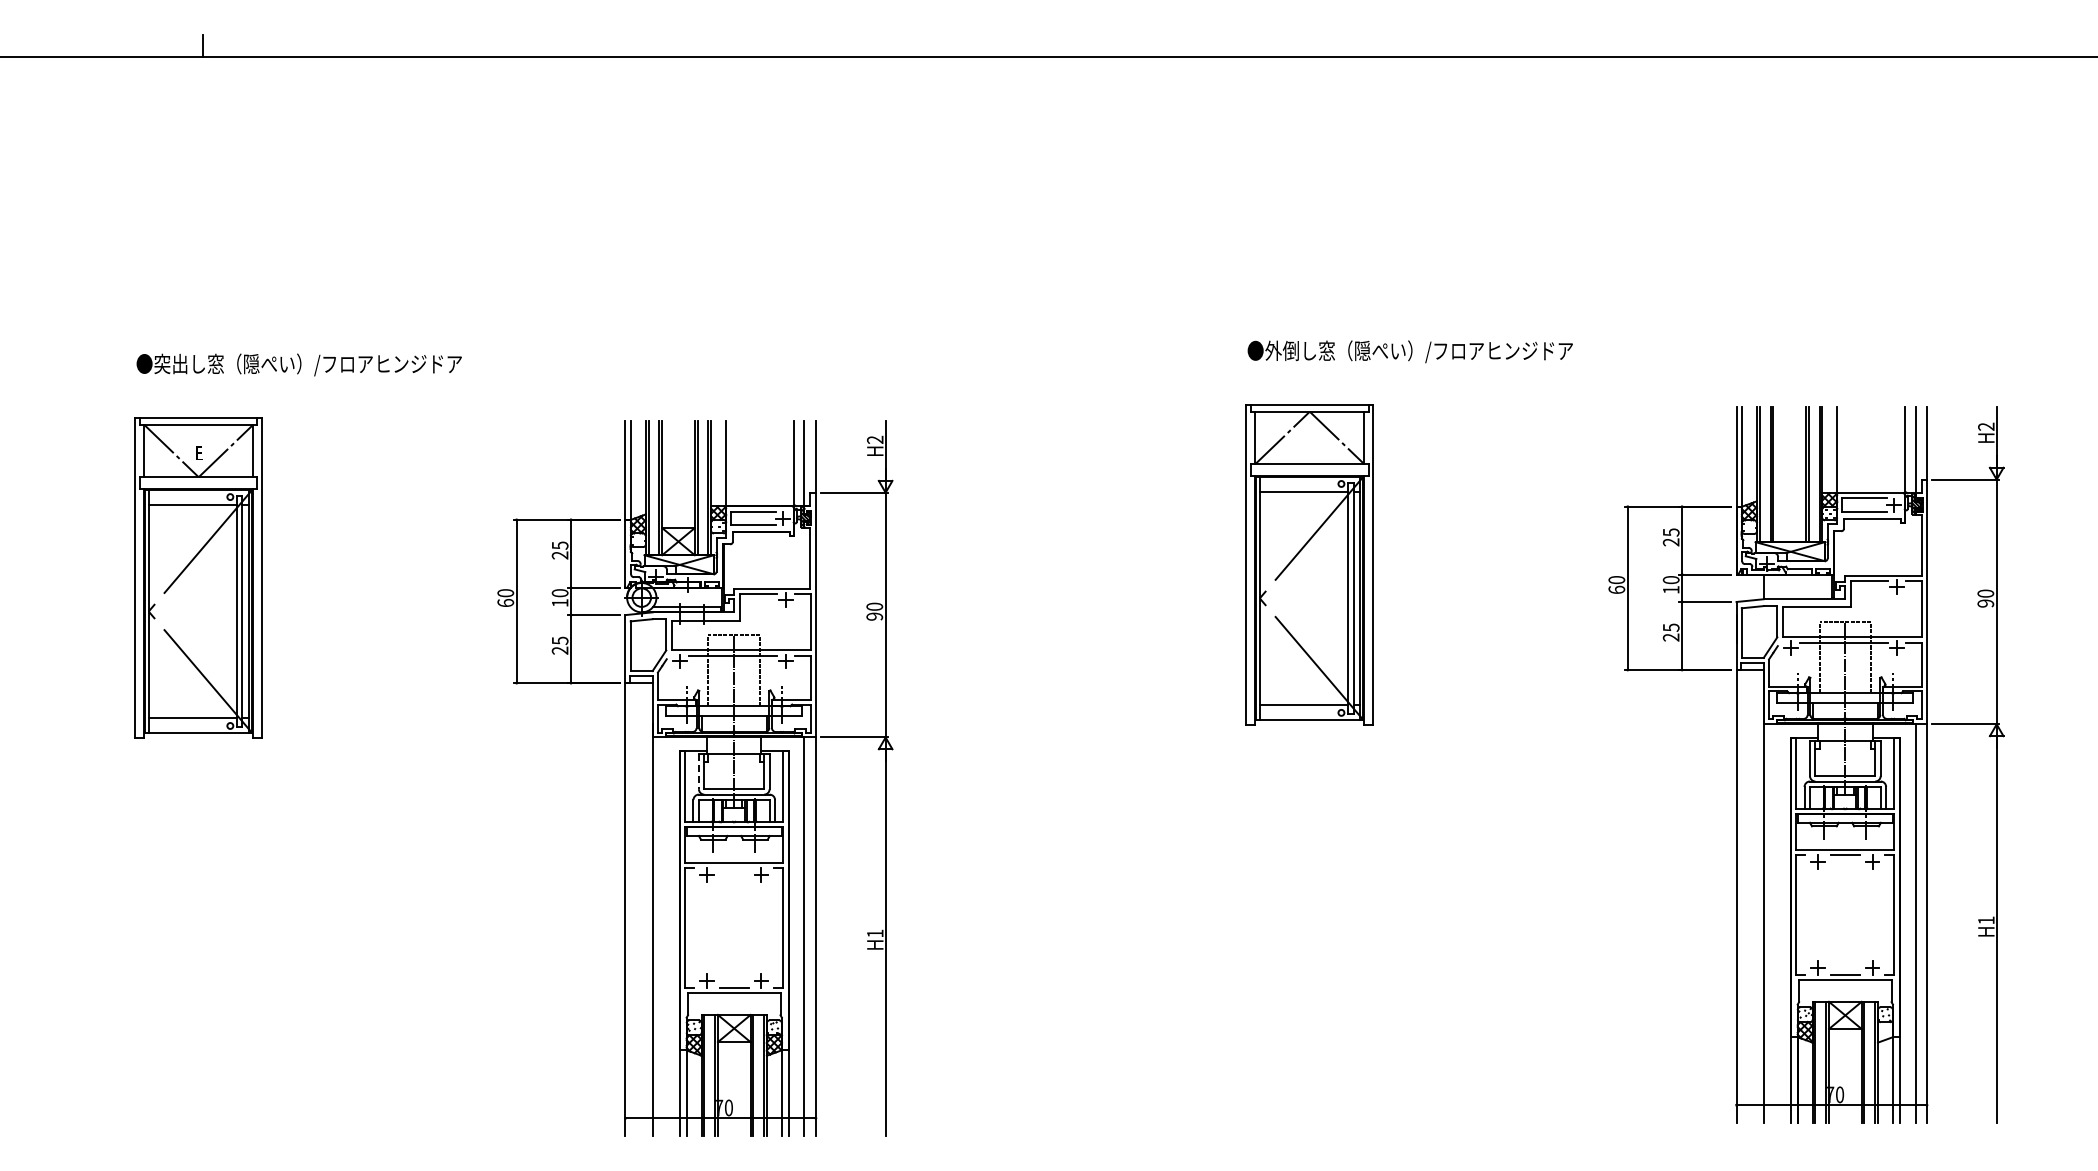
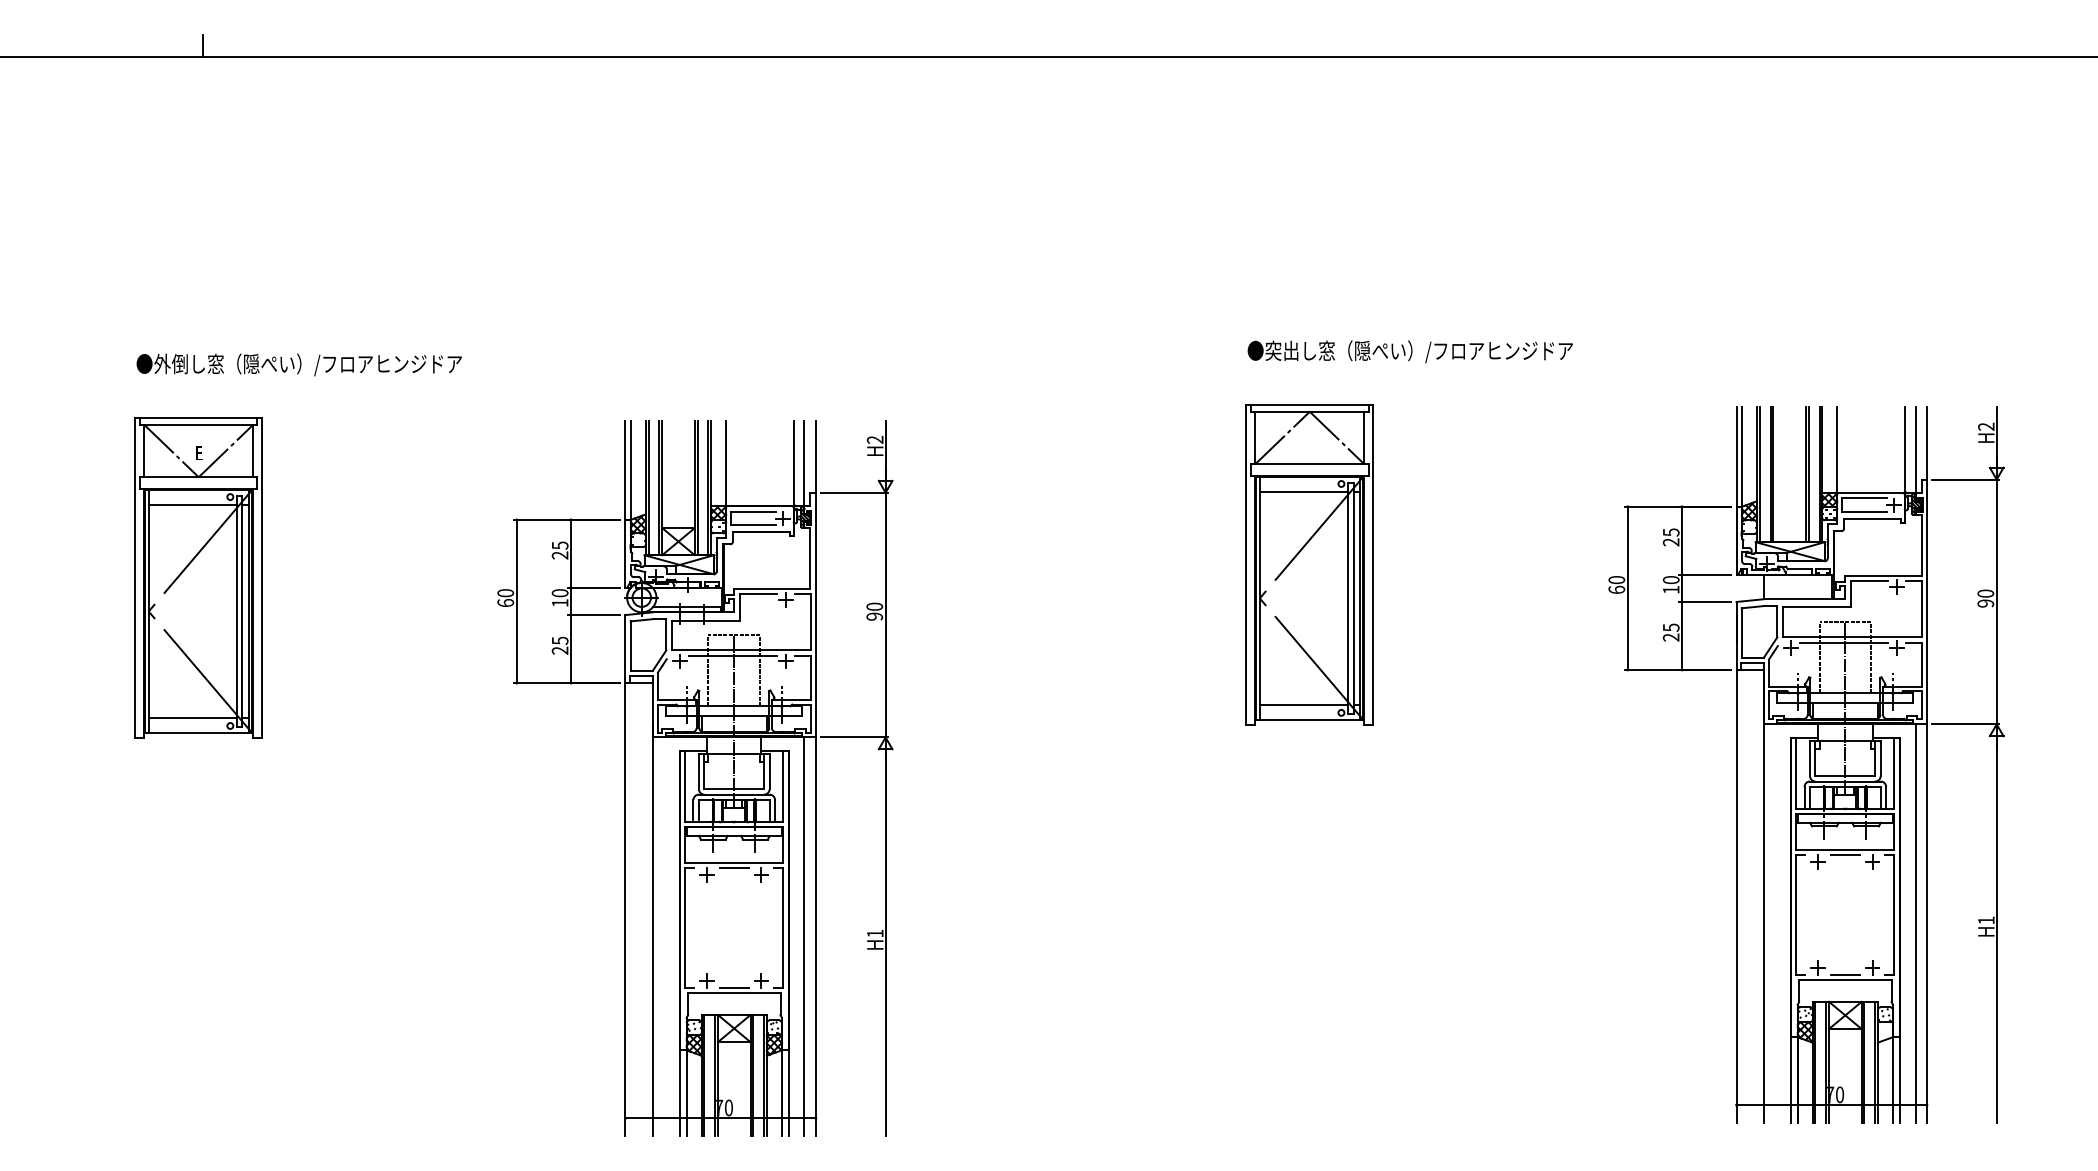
text at (1281, 350): ●外倒し窓（隠ぺい）/フロアヒンジドア -> ●突出し窓（隠ぺい）/フロアヒンジドア
text at (170, 363): ●突出し窓（隠ぺい）/フロアヒンジドア -> ●外倒し窓（隠ぺい）/フロアヒンジドア
line at (698, 771): dashed -> solid
line at (733, 868): none -> present
